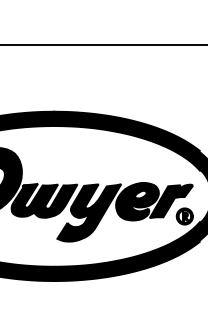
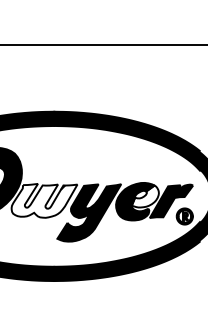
fill at (144, 196): present -> none
fill at (44, 200): present -> none
